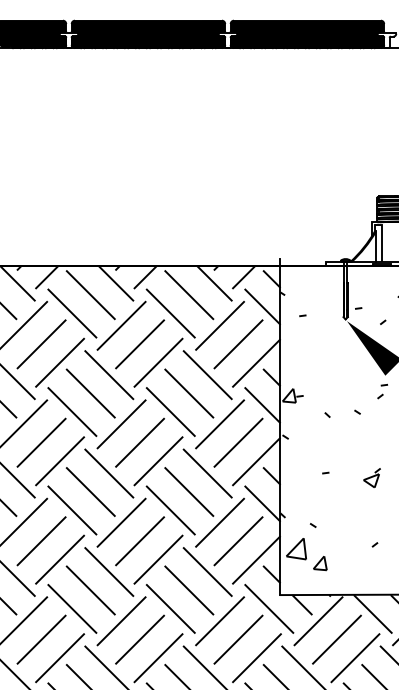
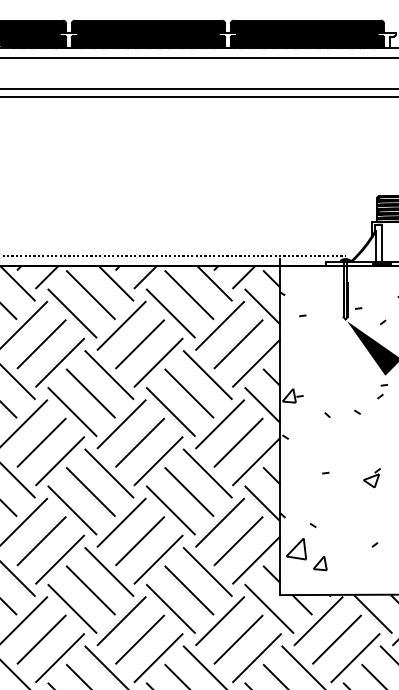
line at (198, 57): none -> present
line at (198, 88): none -> present
line at (198, 97): none -> present
line at (174, 256): none -> present
